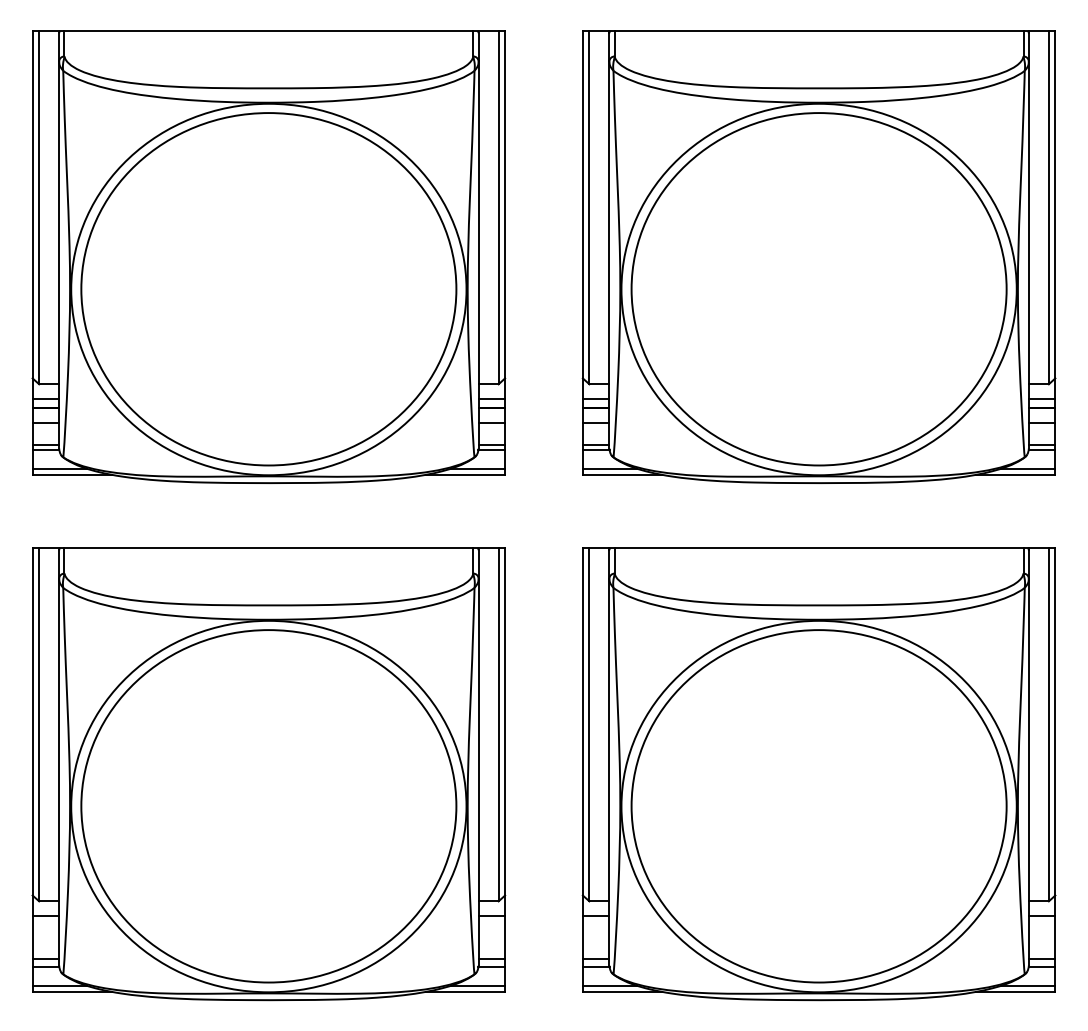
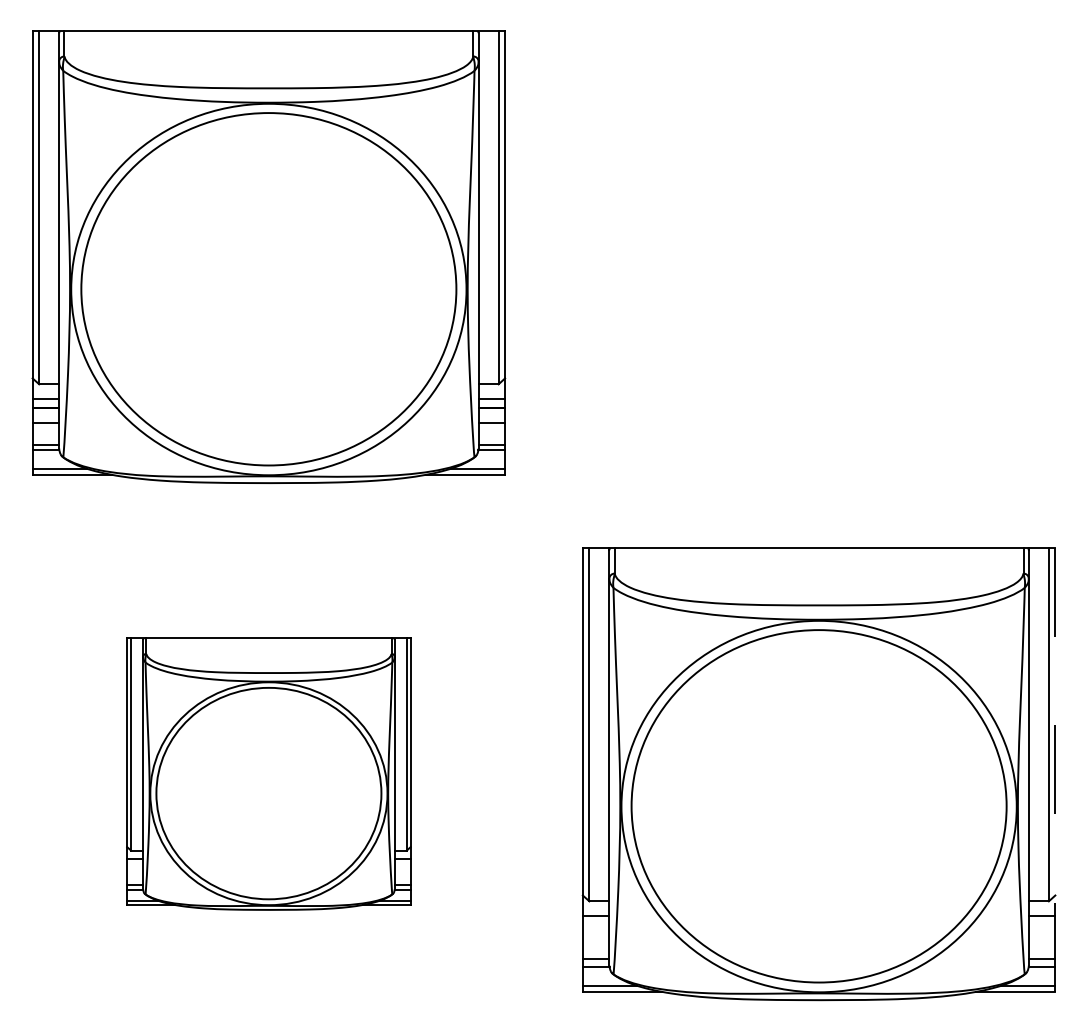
part at (818, 256): present -> none
line at (1055, 770): solid -> dashed
part at (268, 774) size: 476x455 px -> 286x274 px
